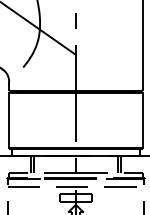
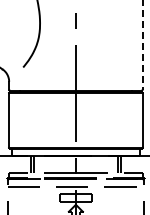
line at (39, 29): present -> none
line at (142, 45): solid -> dashed
